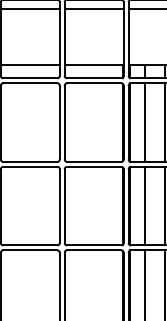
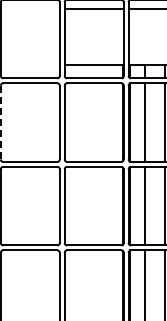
line at (30, 8): present -> none
line at (30, 65): present -> none
line at (0, 122): solid -> dashed
